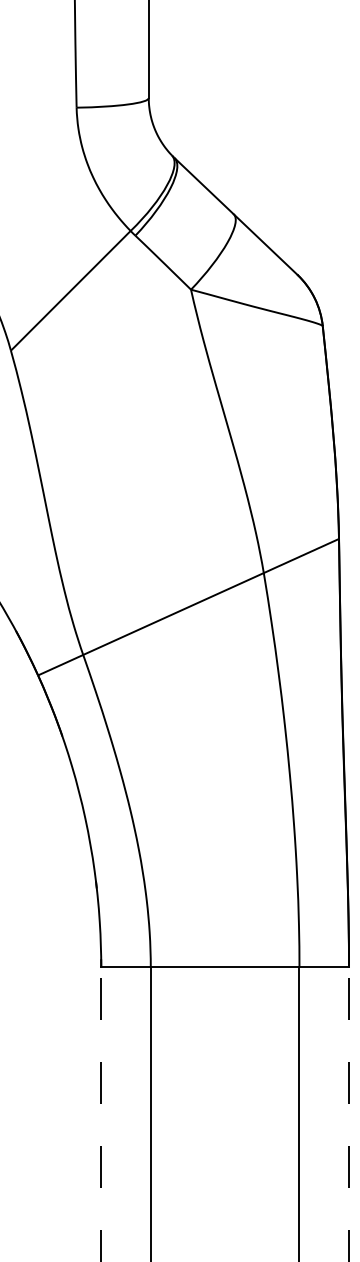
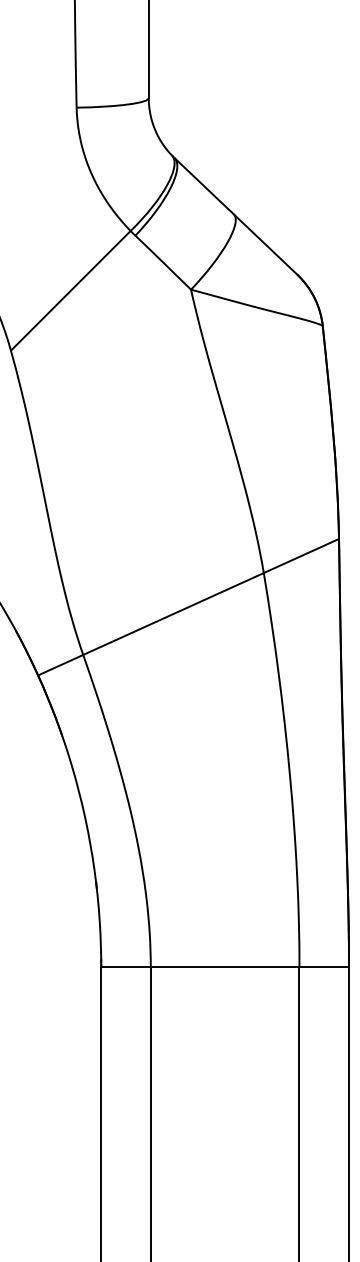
line at (101, 1114): dashed -> solid
line at (349, 1114): dashed -> solid
